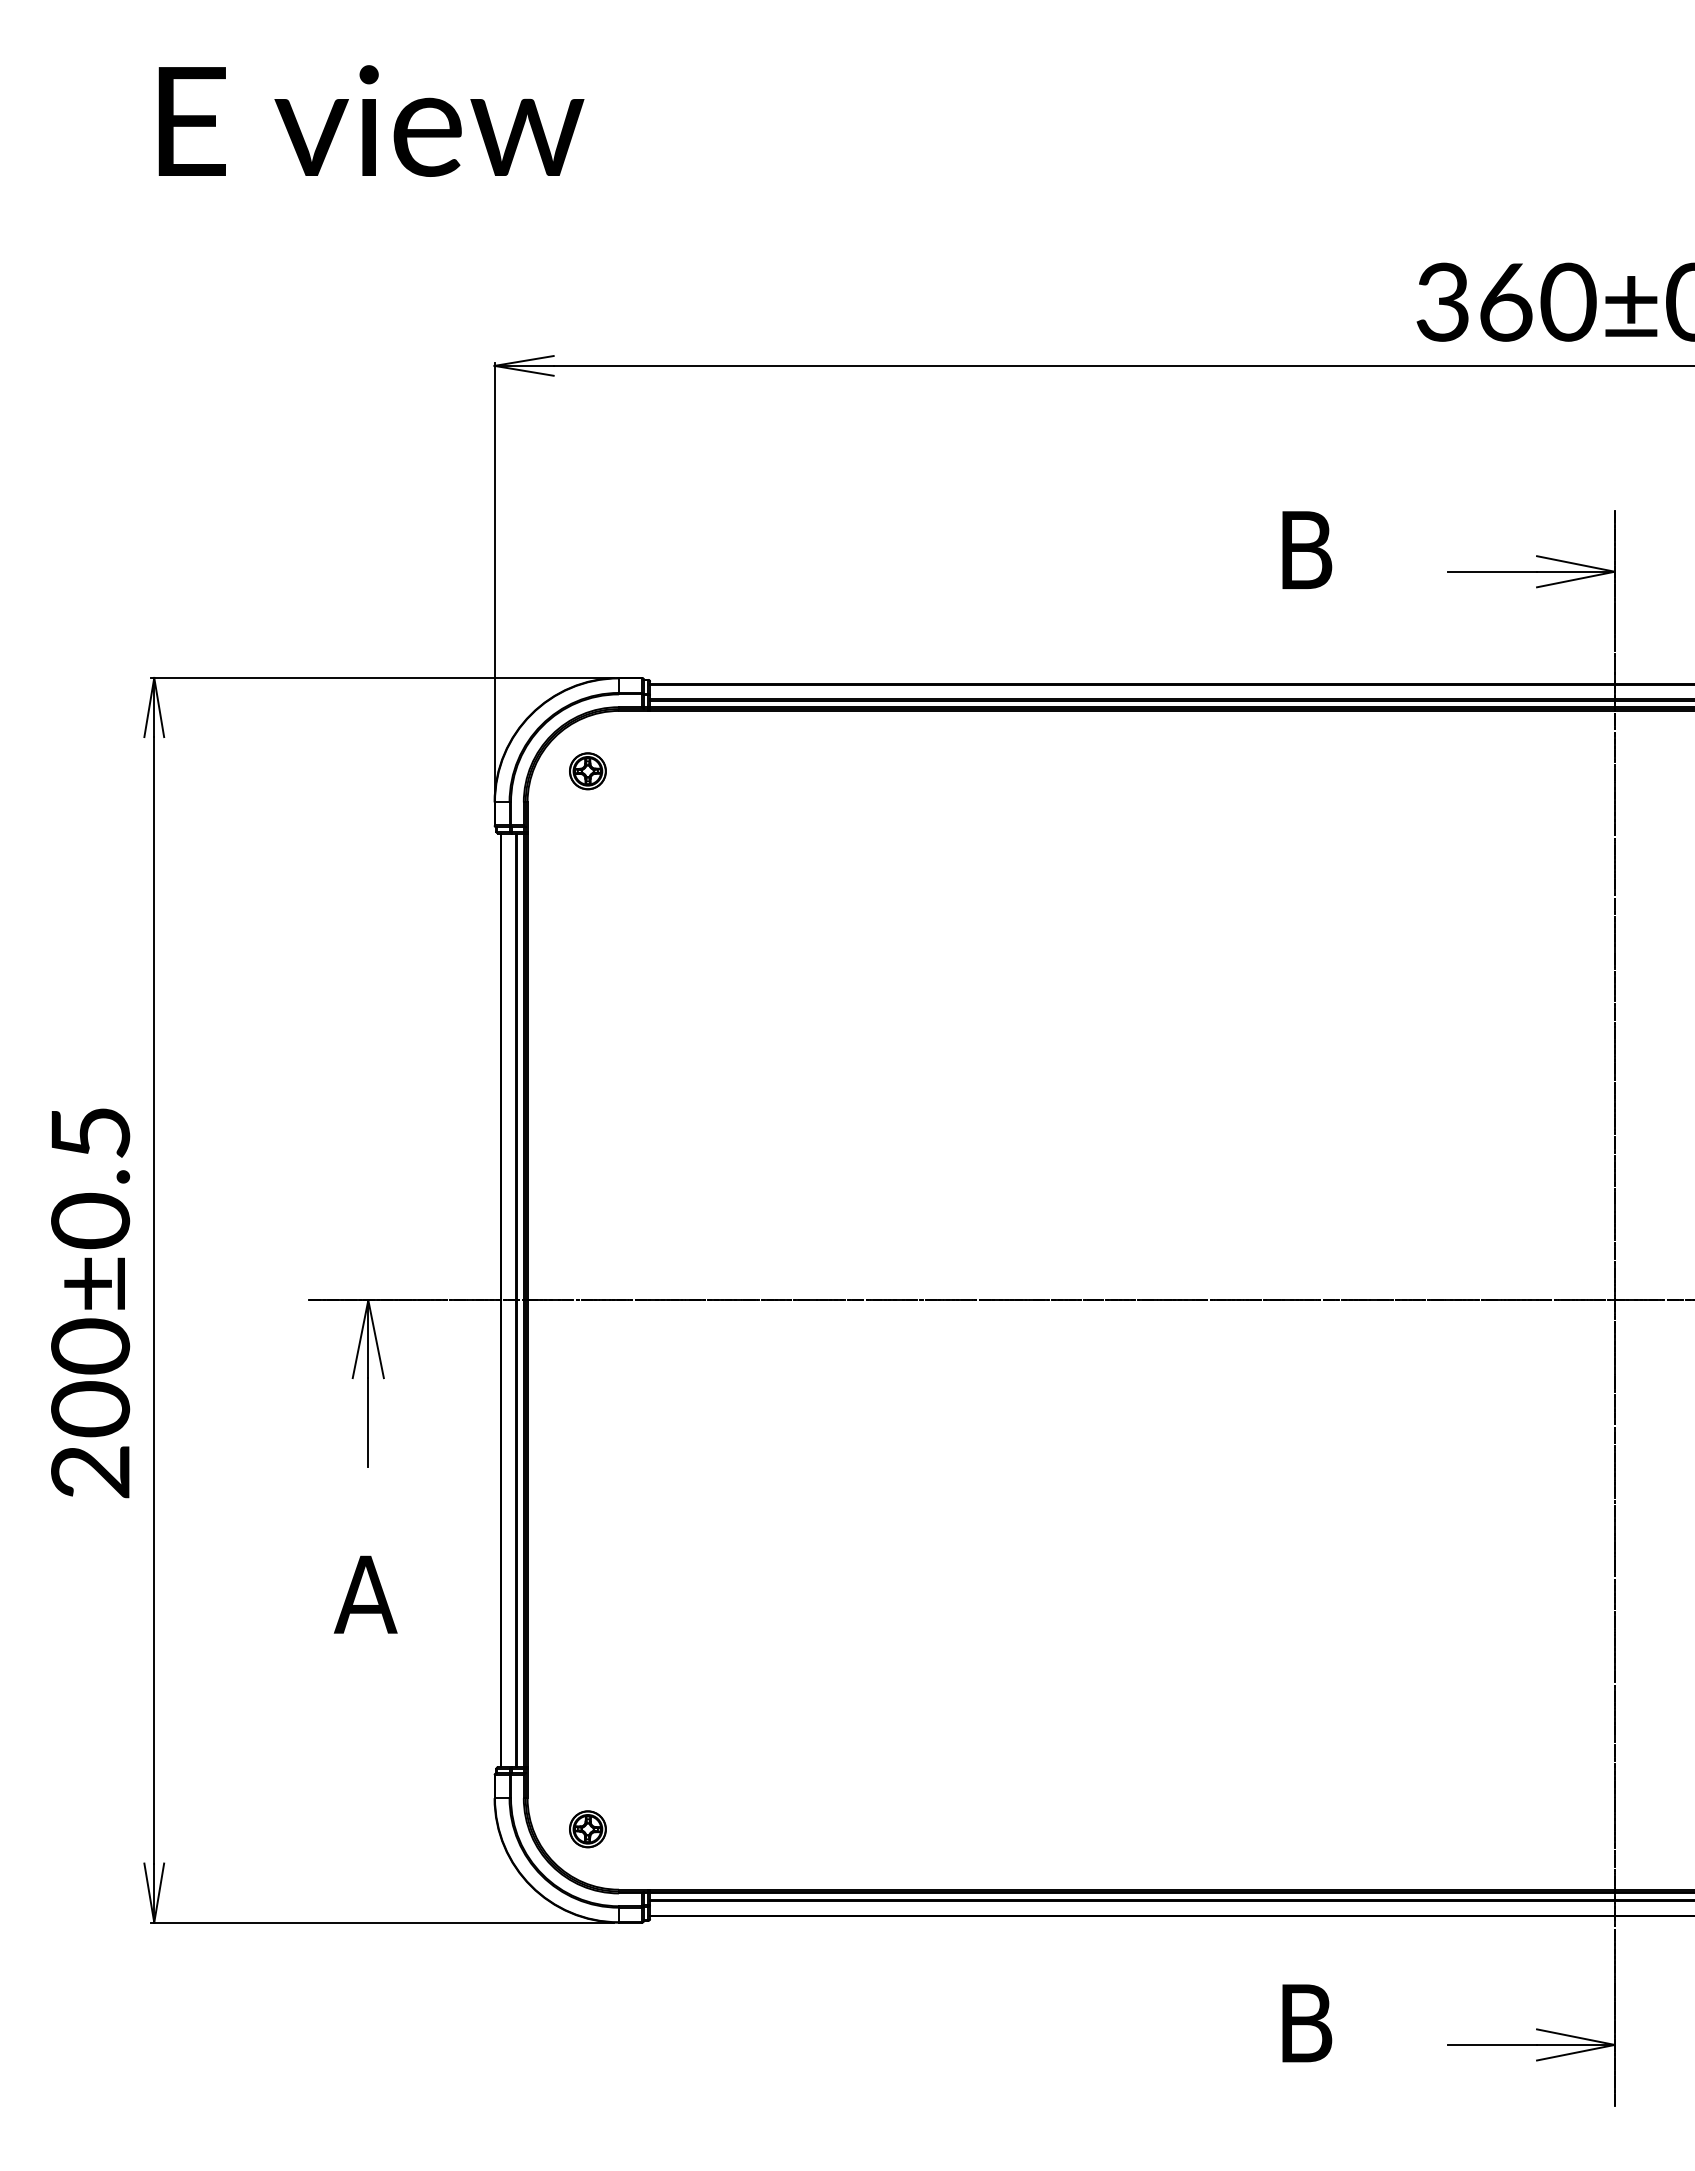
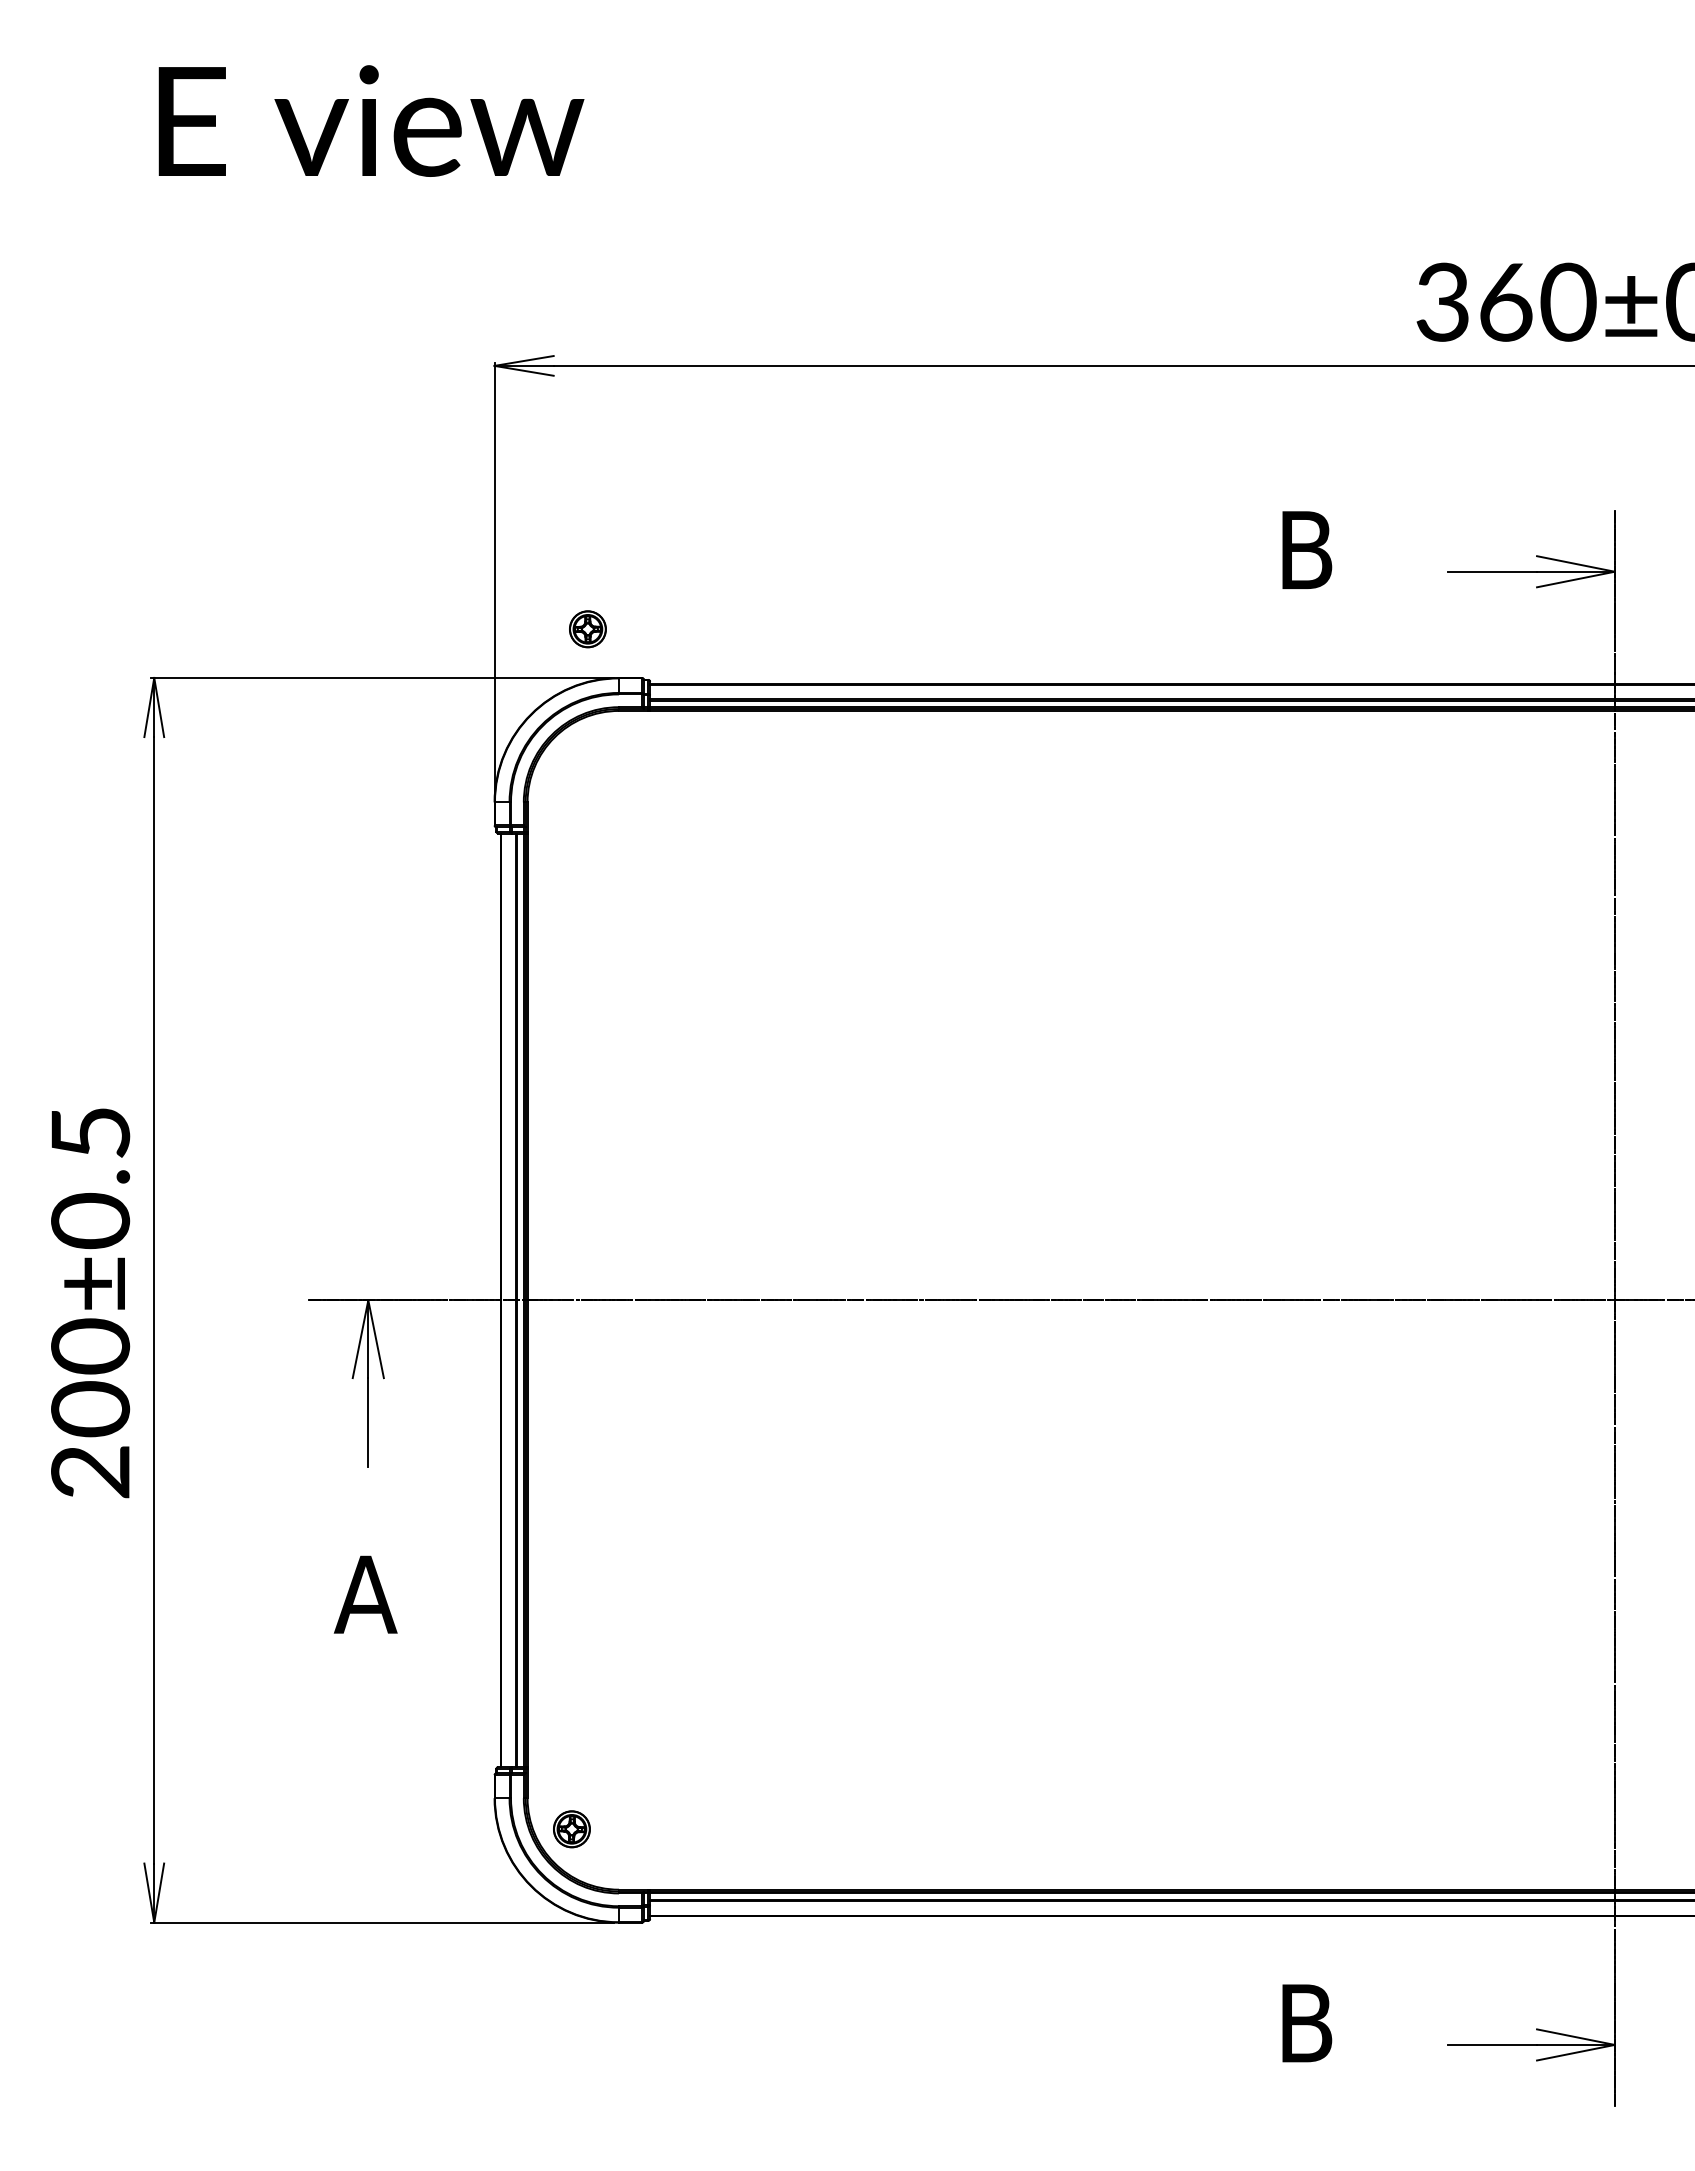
part at (587, 771) position: (587, 771) -> (587, 629)
part at (587, 1829) position: (587, 1829) -> (571, 1829)
